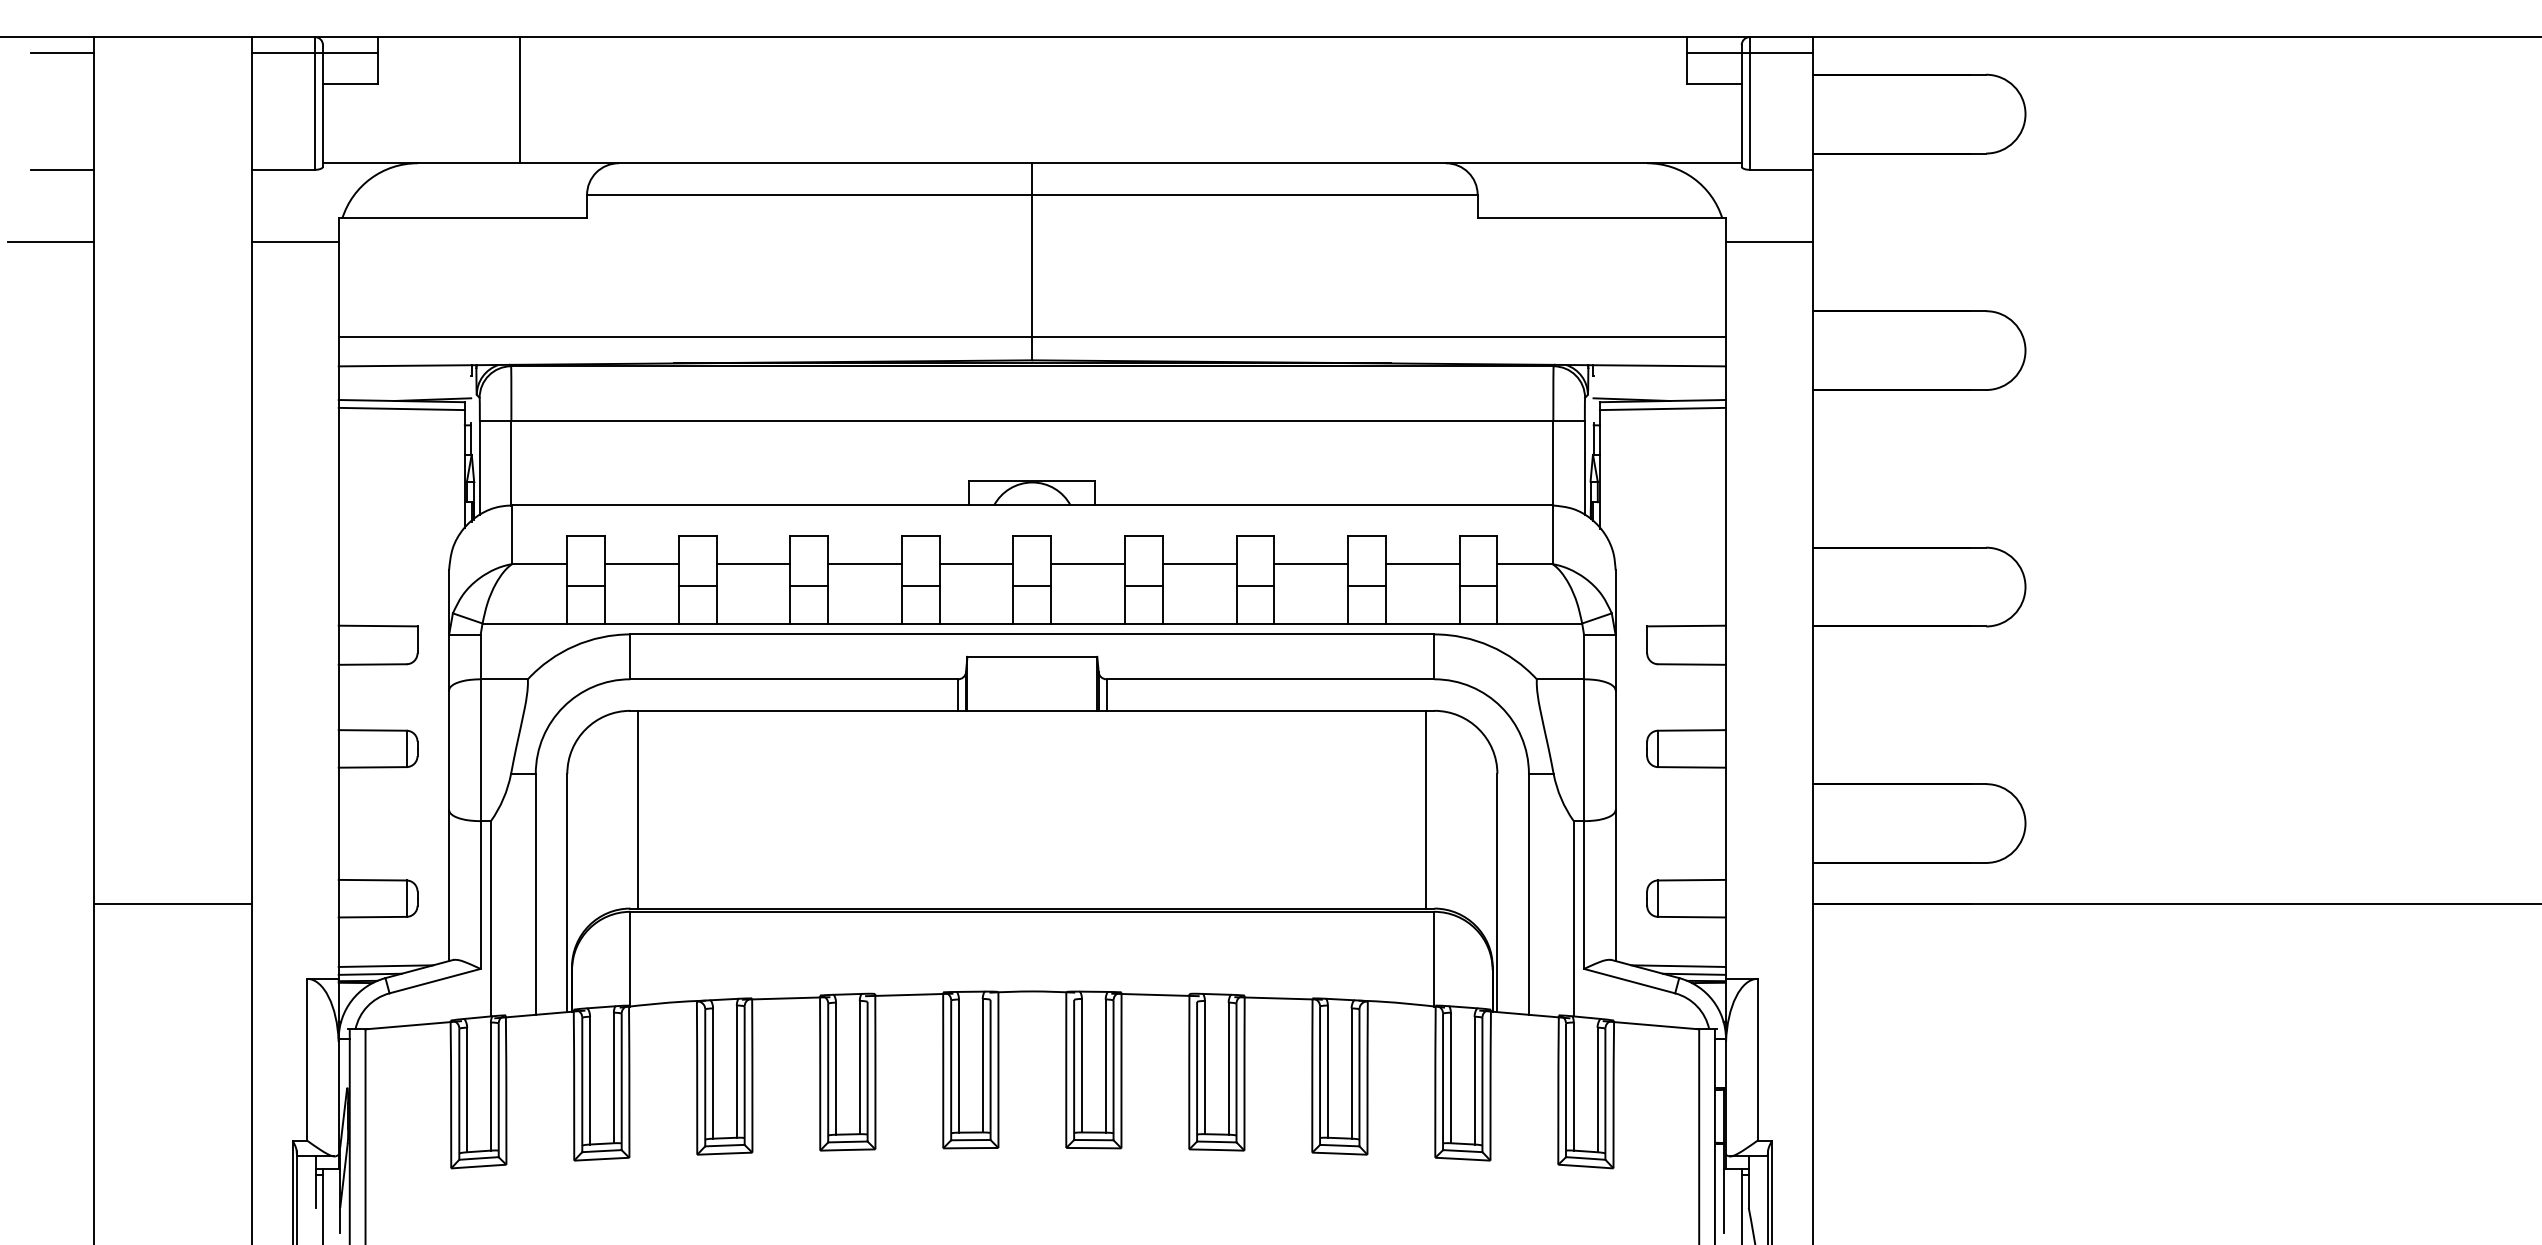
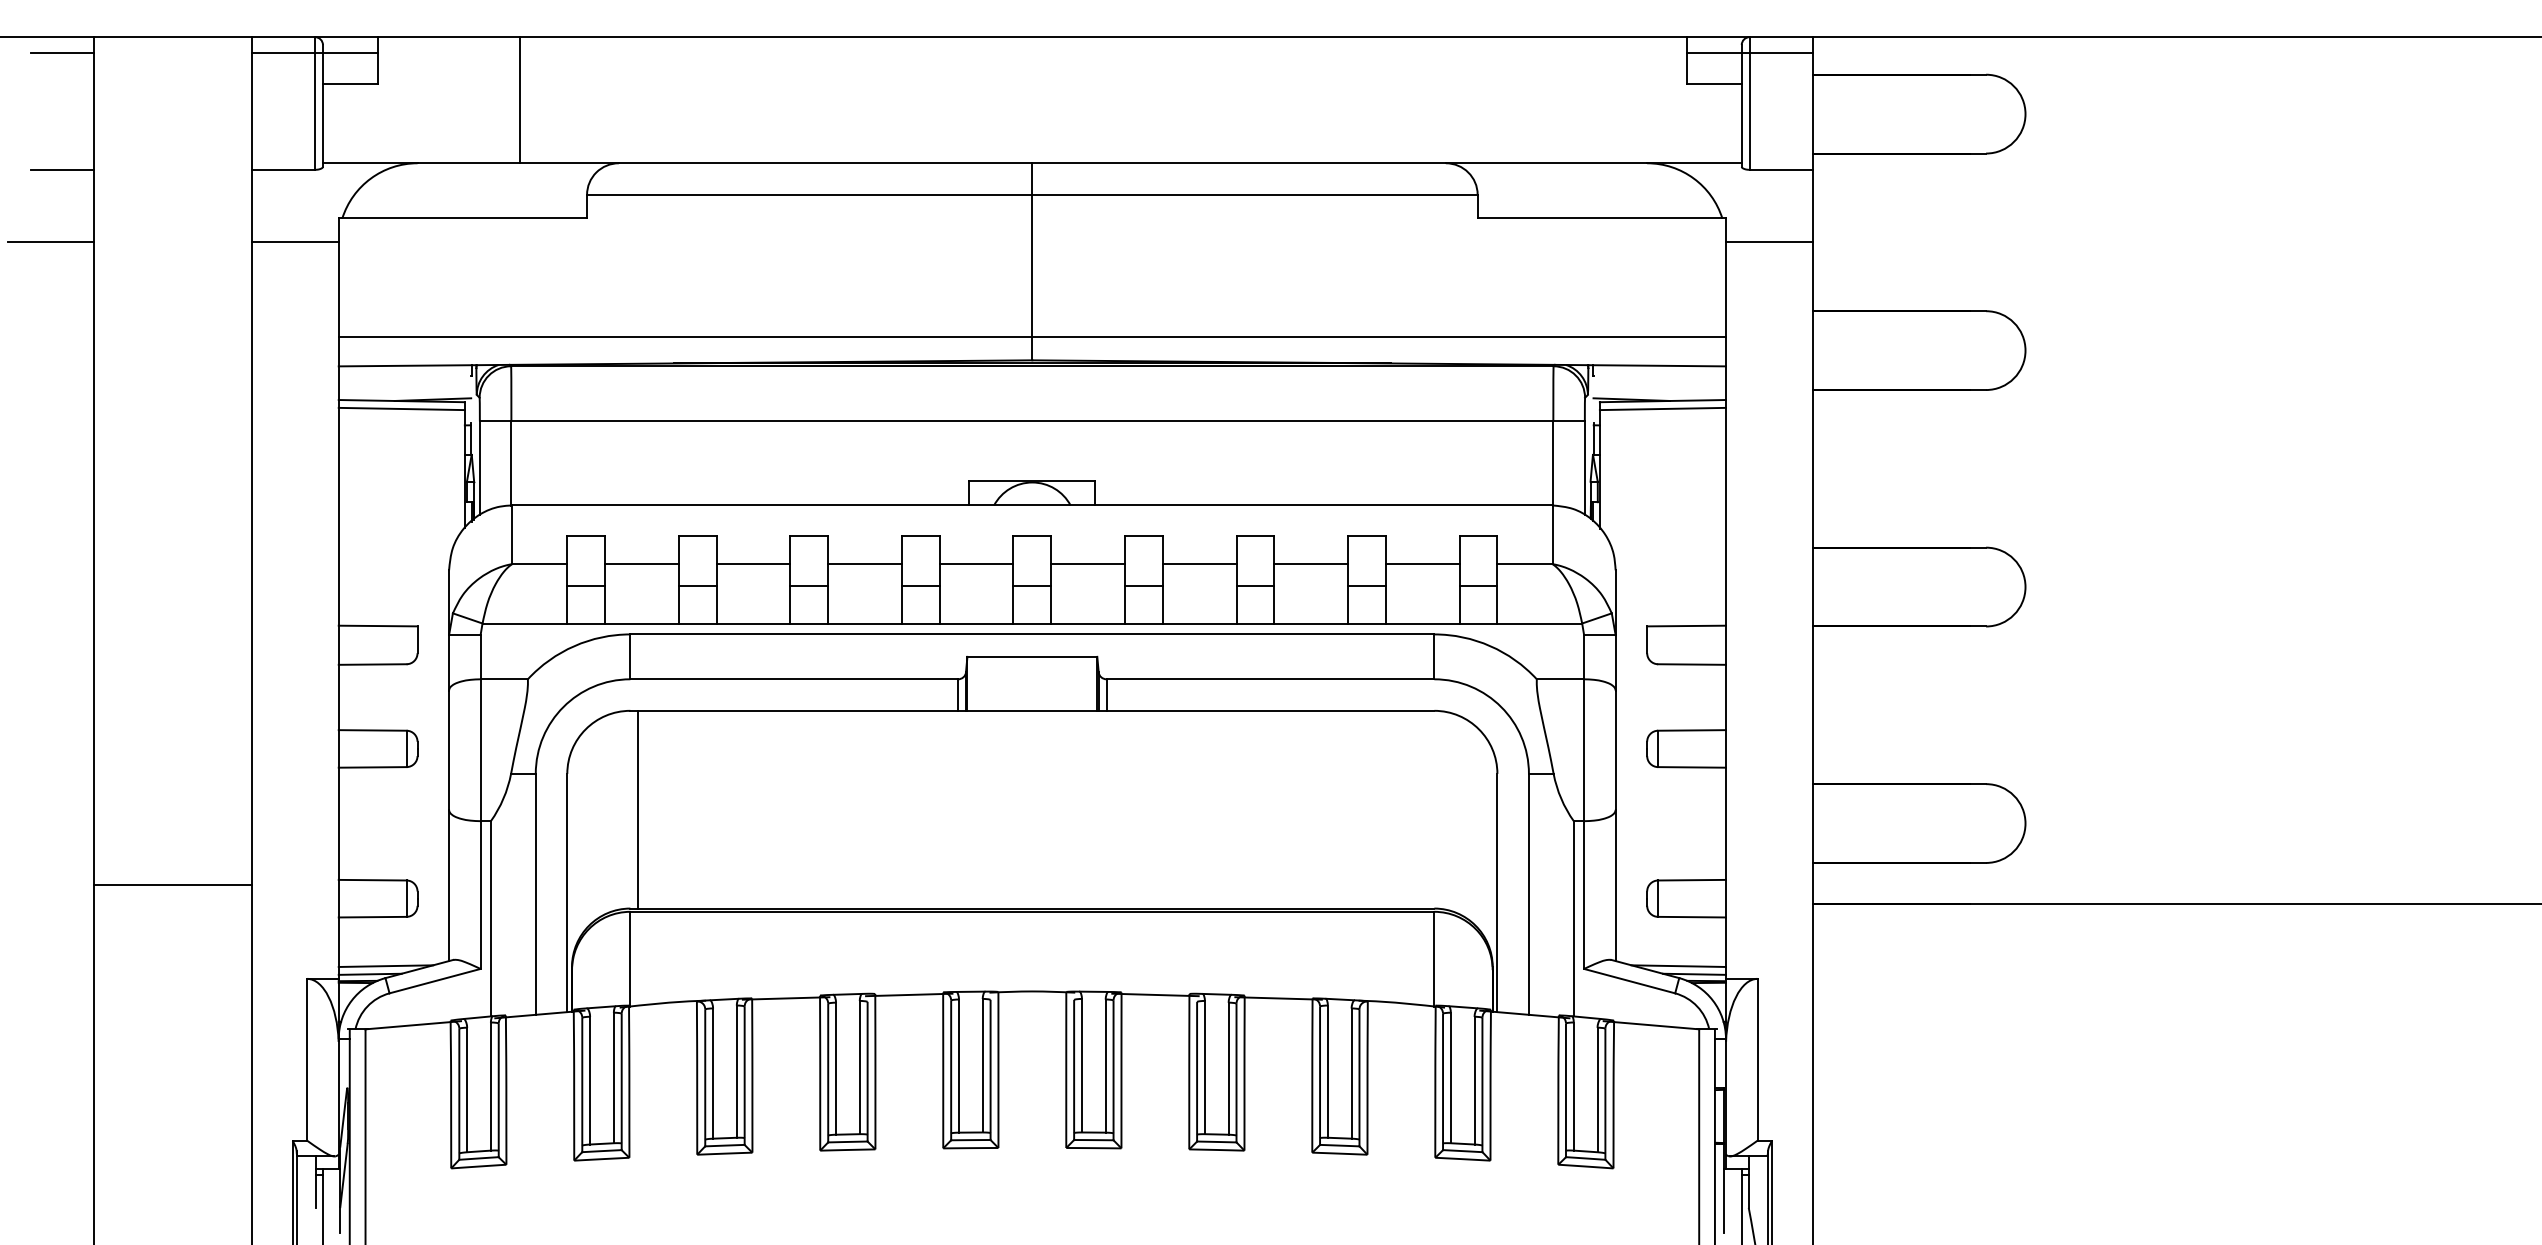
line at (1426, 809): present -> none
line at (173, 904) position: (173, 904) -> (173, 885)
